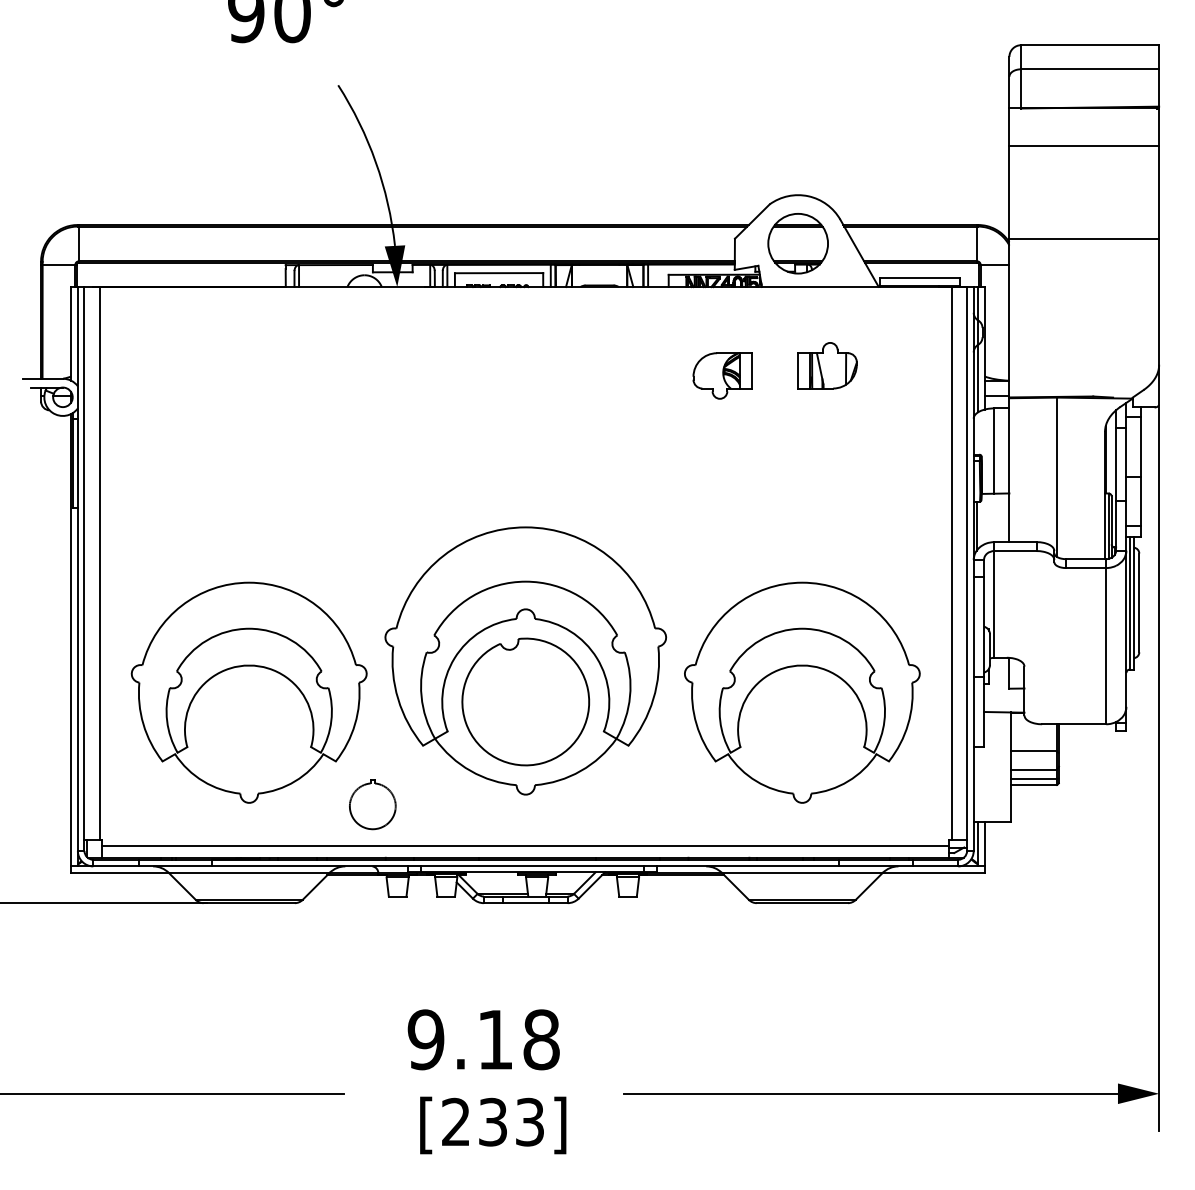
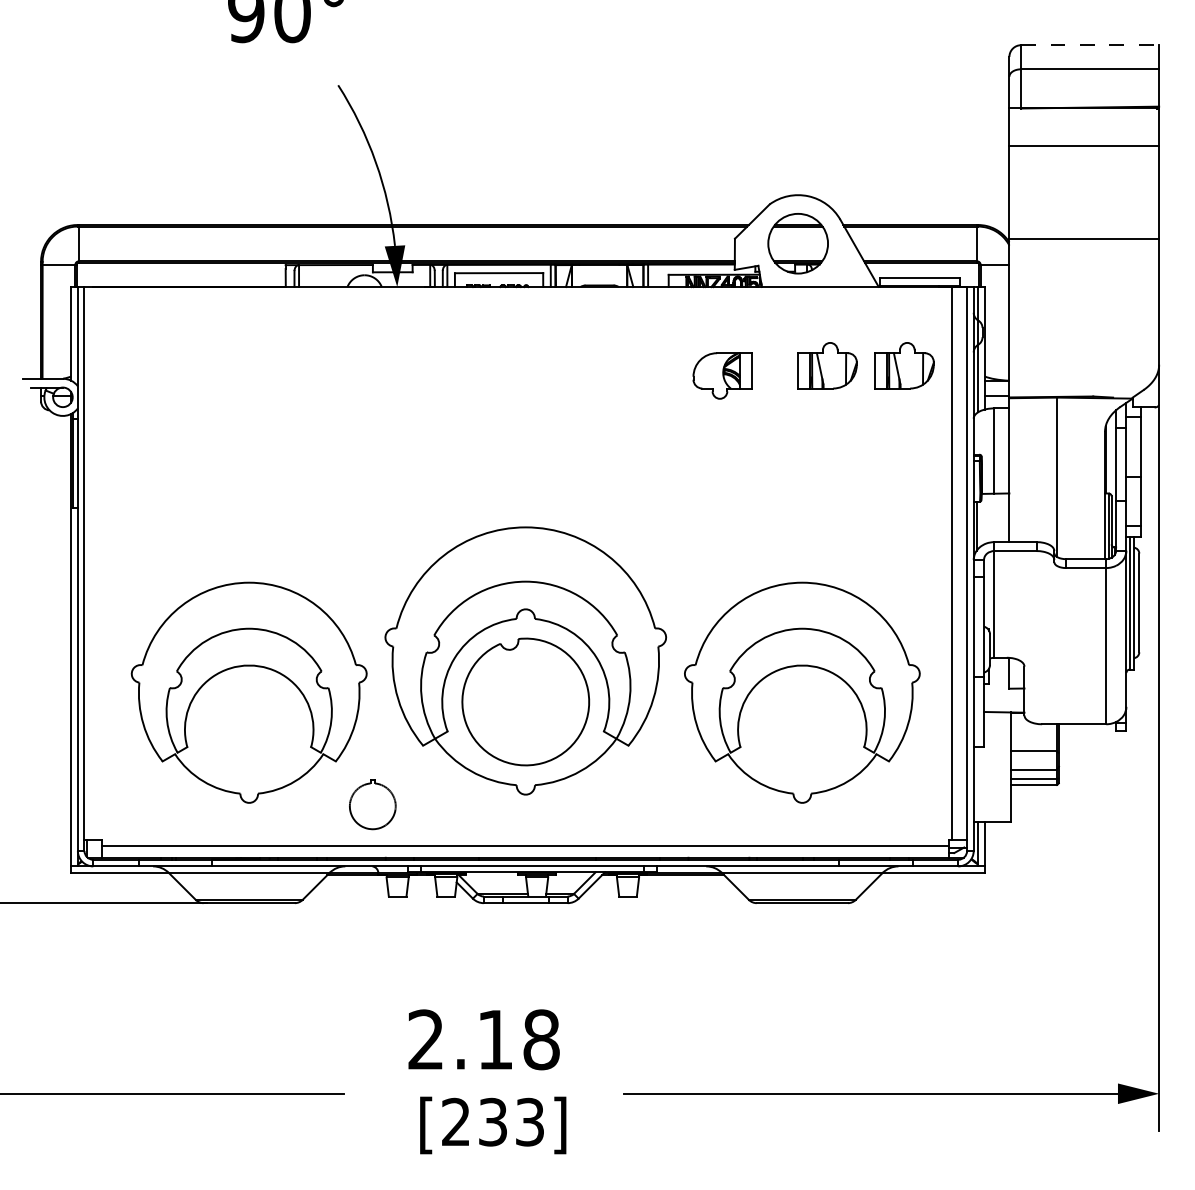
line at (1090, 45): solid -> dashed
part at (904, 365): none -> present
line at (99, 563): present -> none
text at (425, 1039): 9.18 -> 2.18
